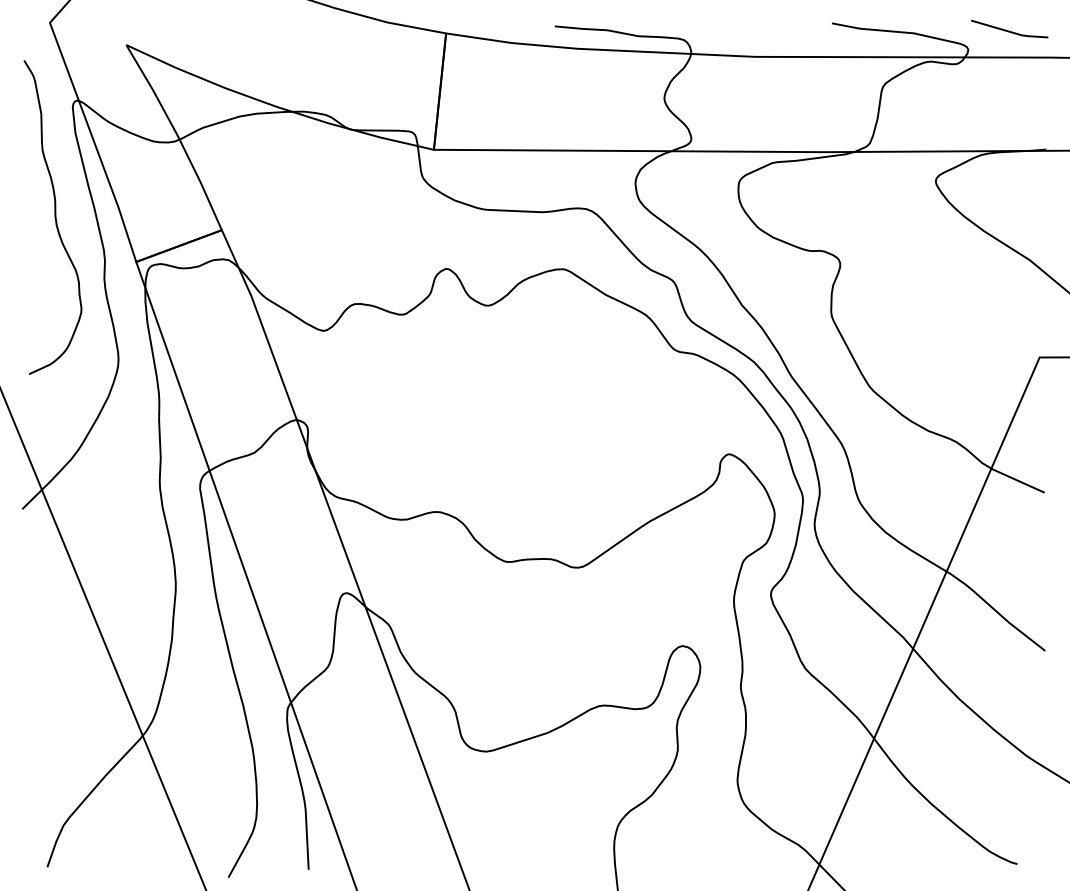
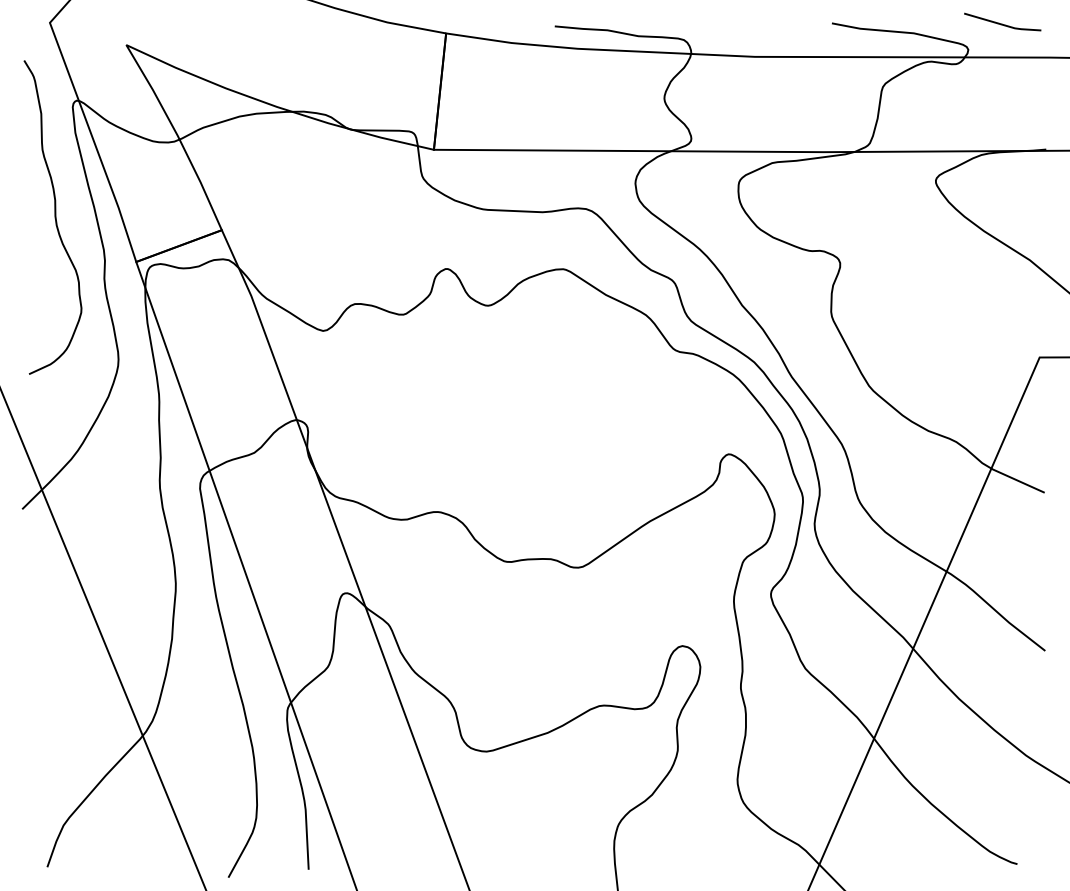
line at (1009, 30) position: (1009, 30) -> (1002, 23)
